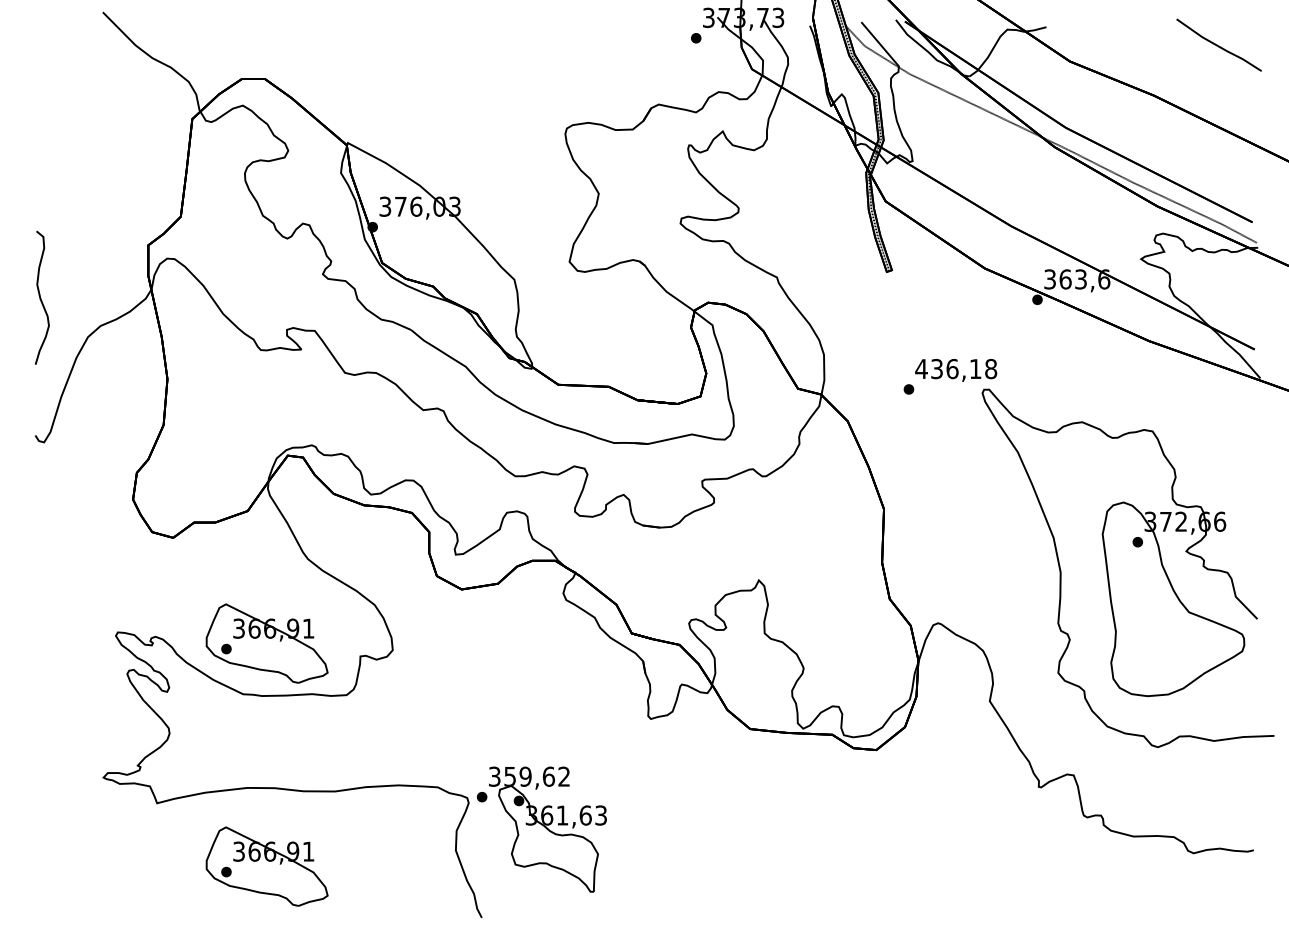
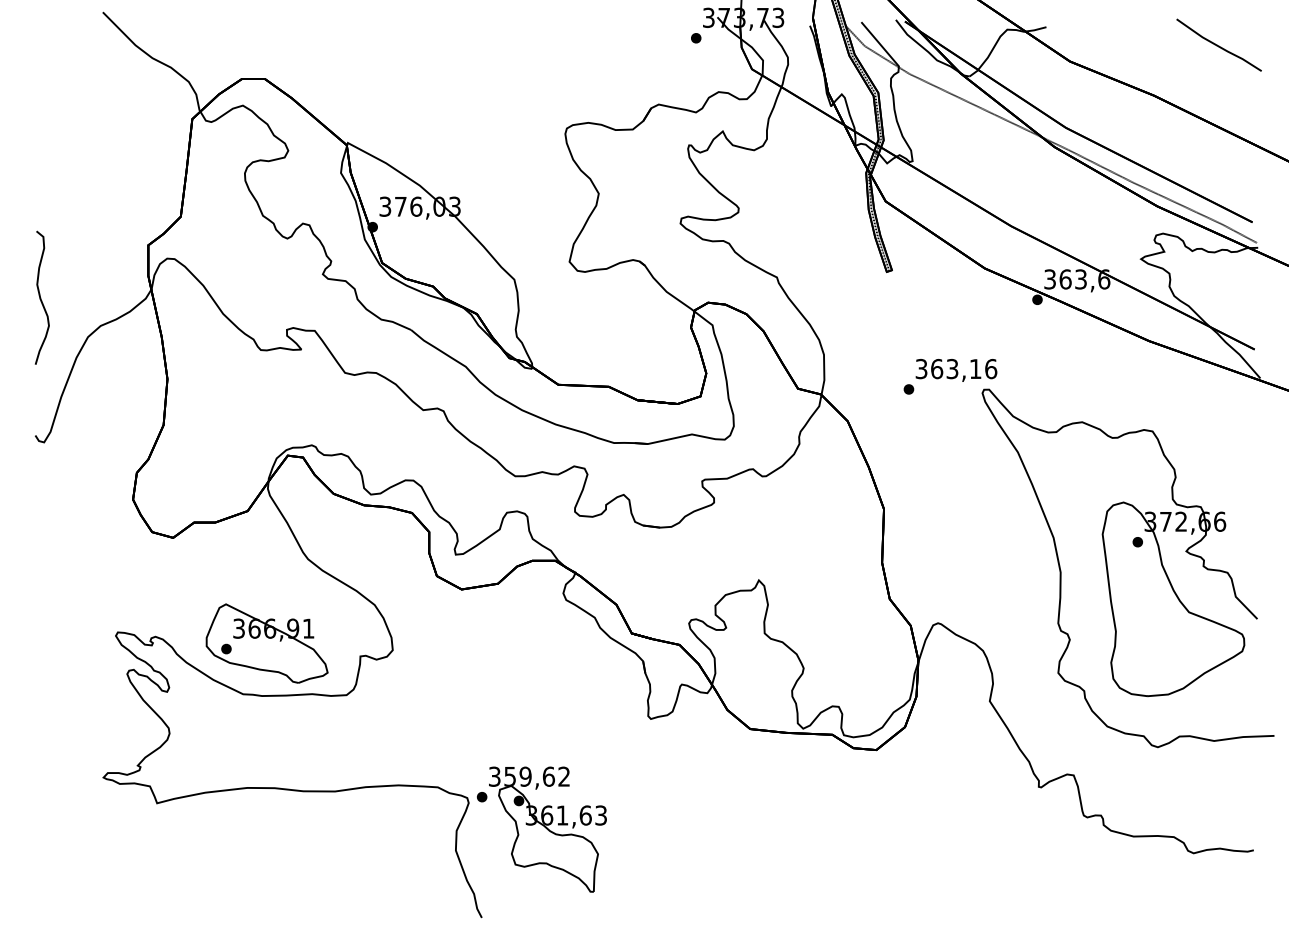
text at (956, 368): 436,18 -> 363,16
part at (266, 866): present -> none
